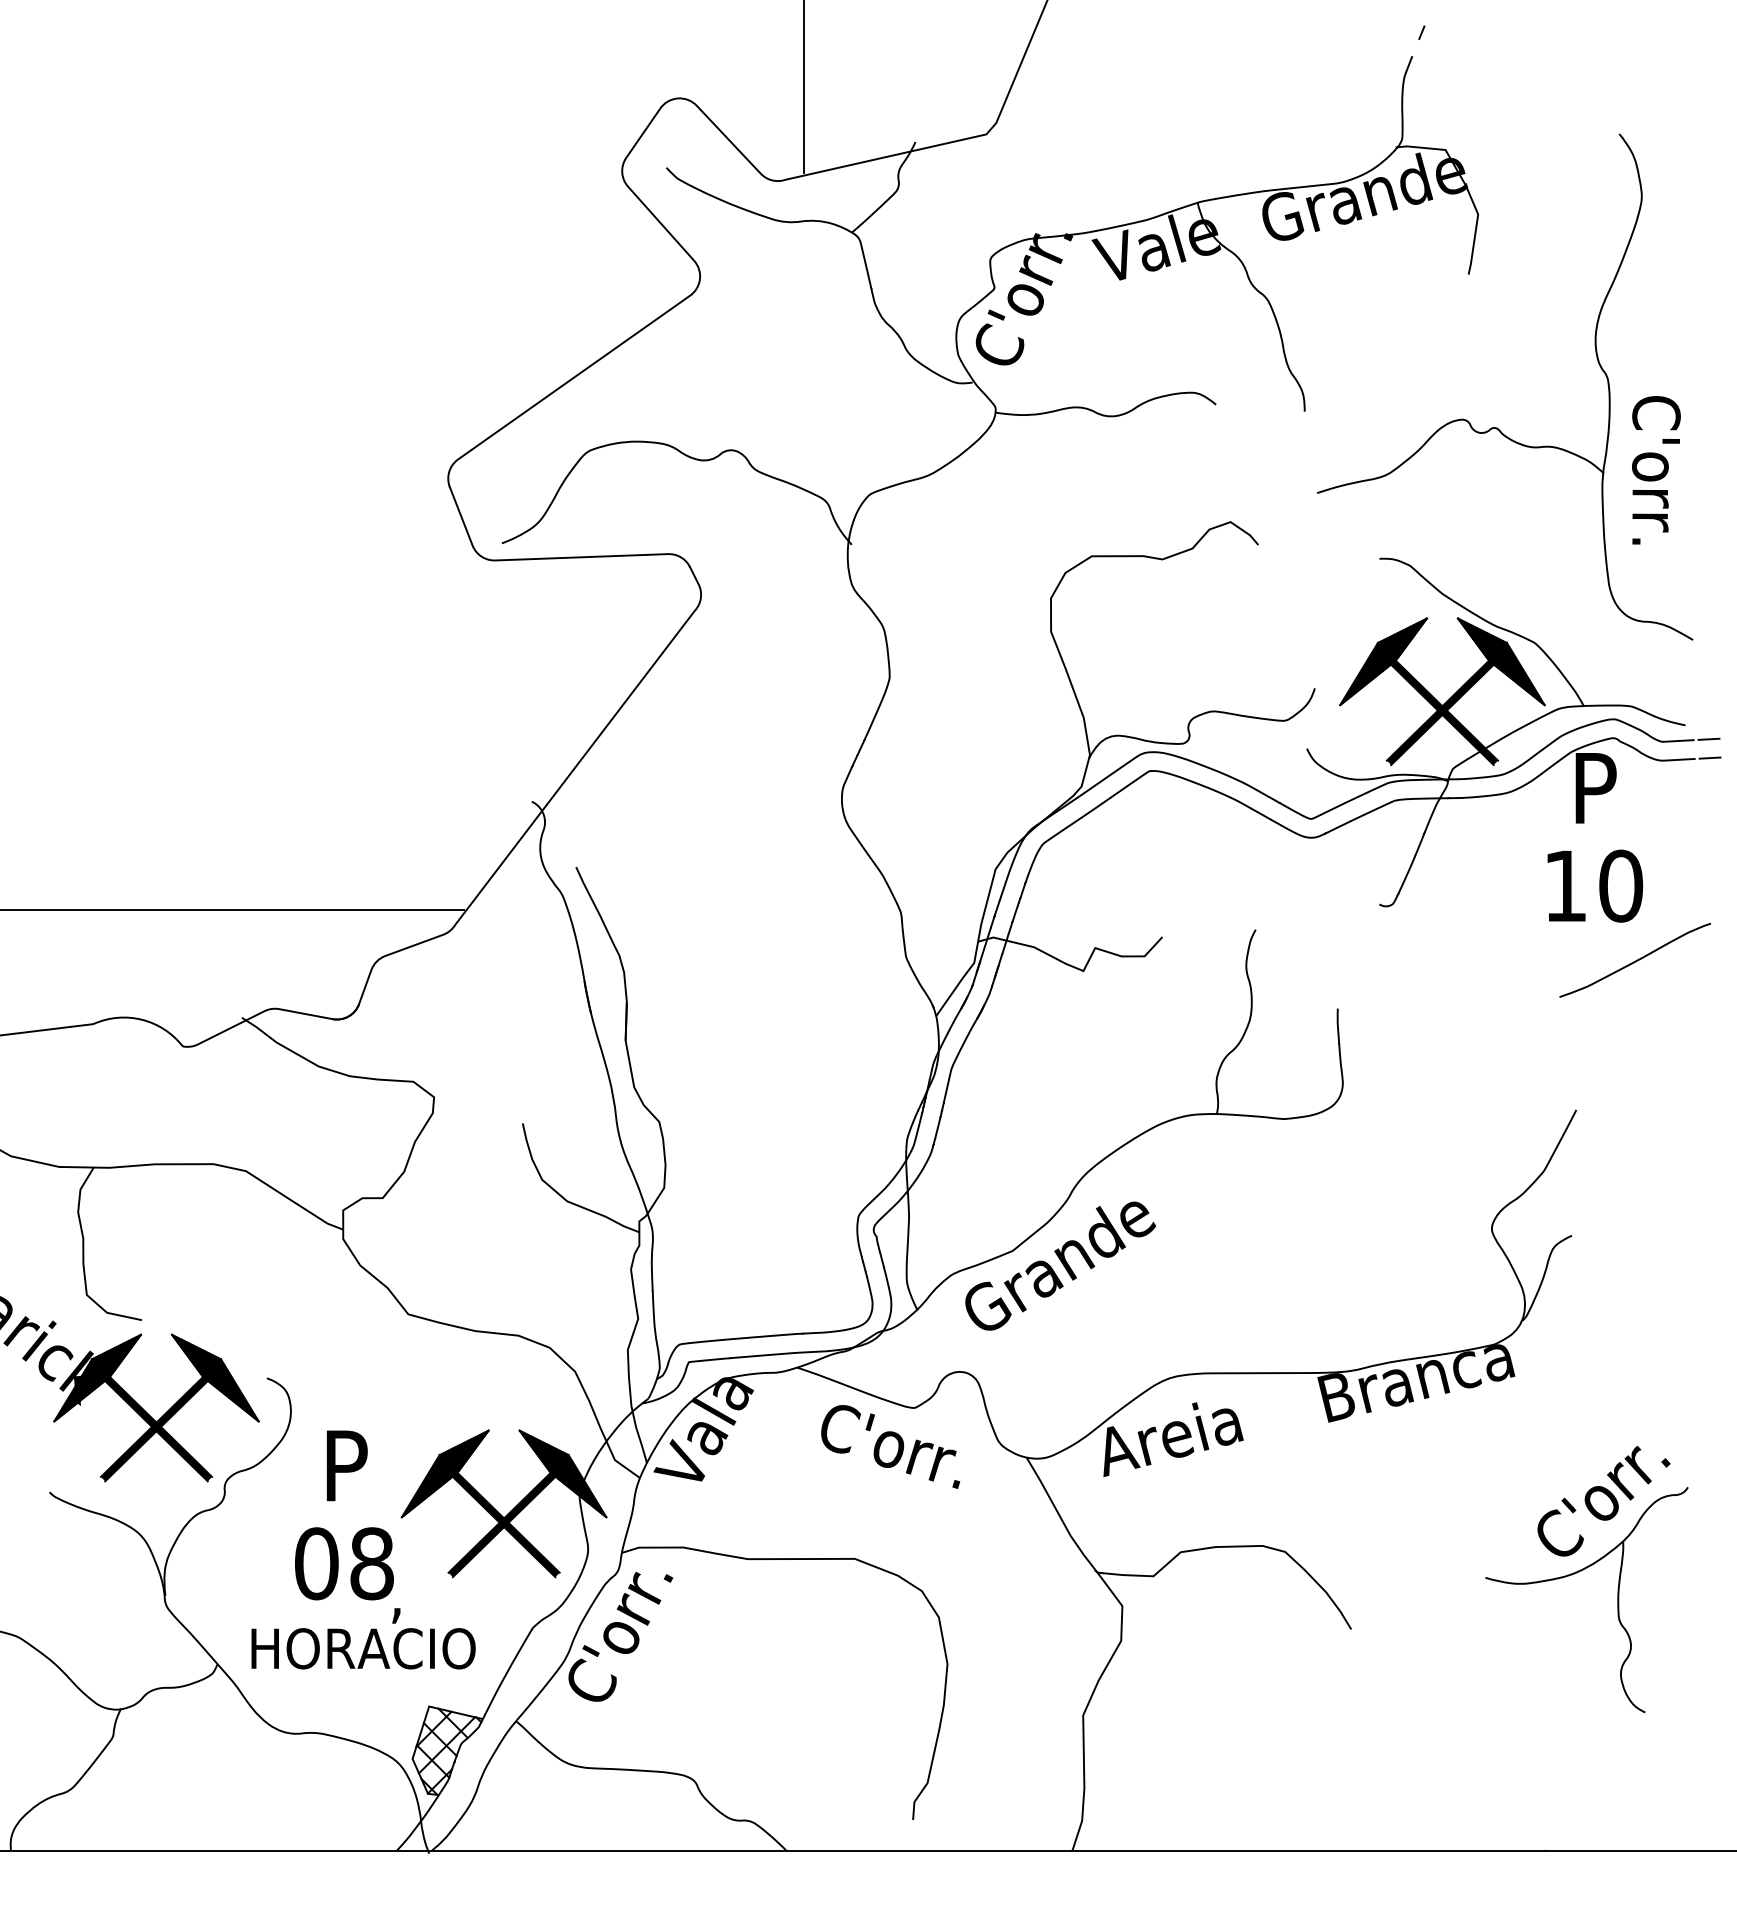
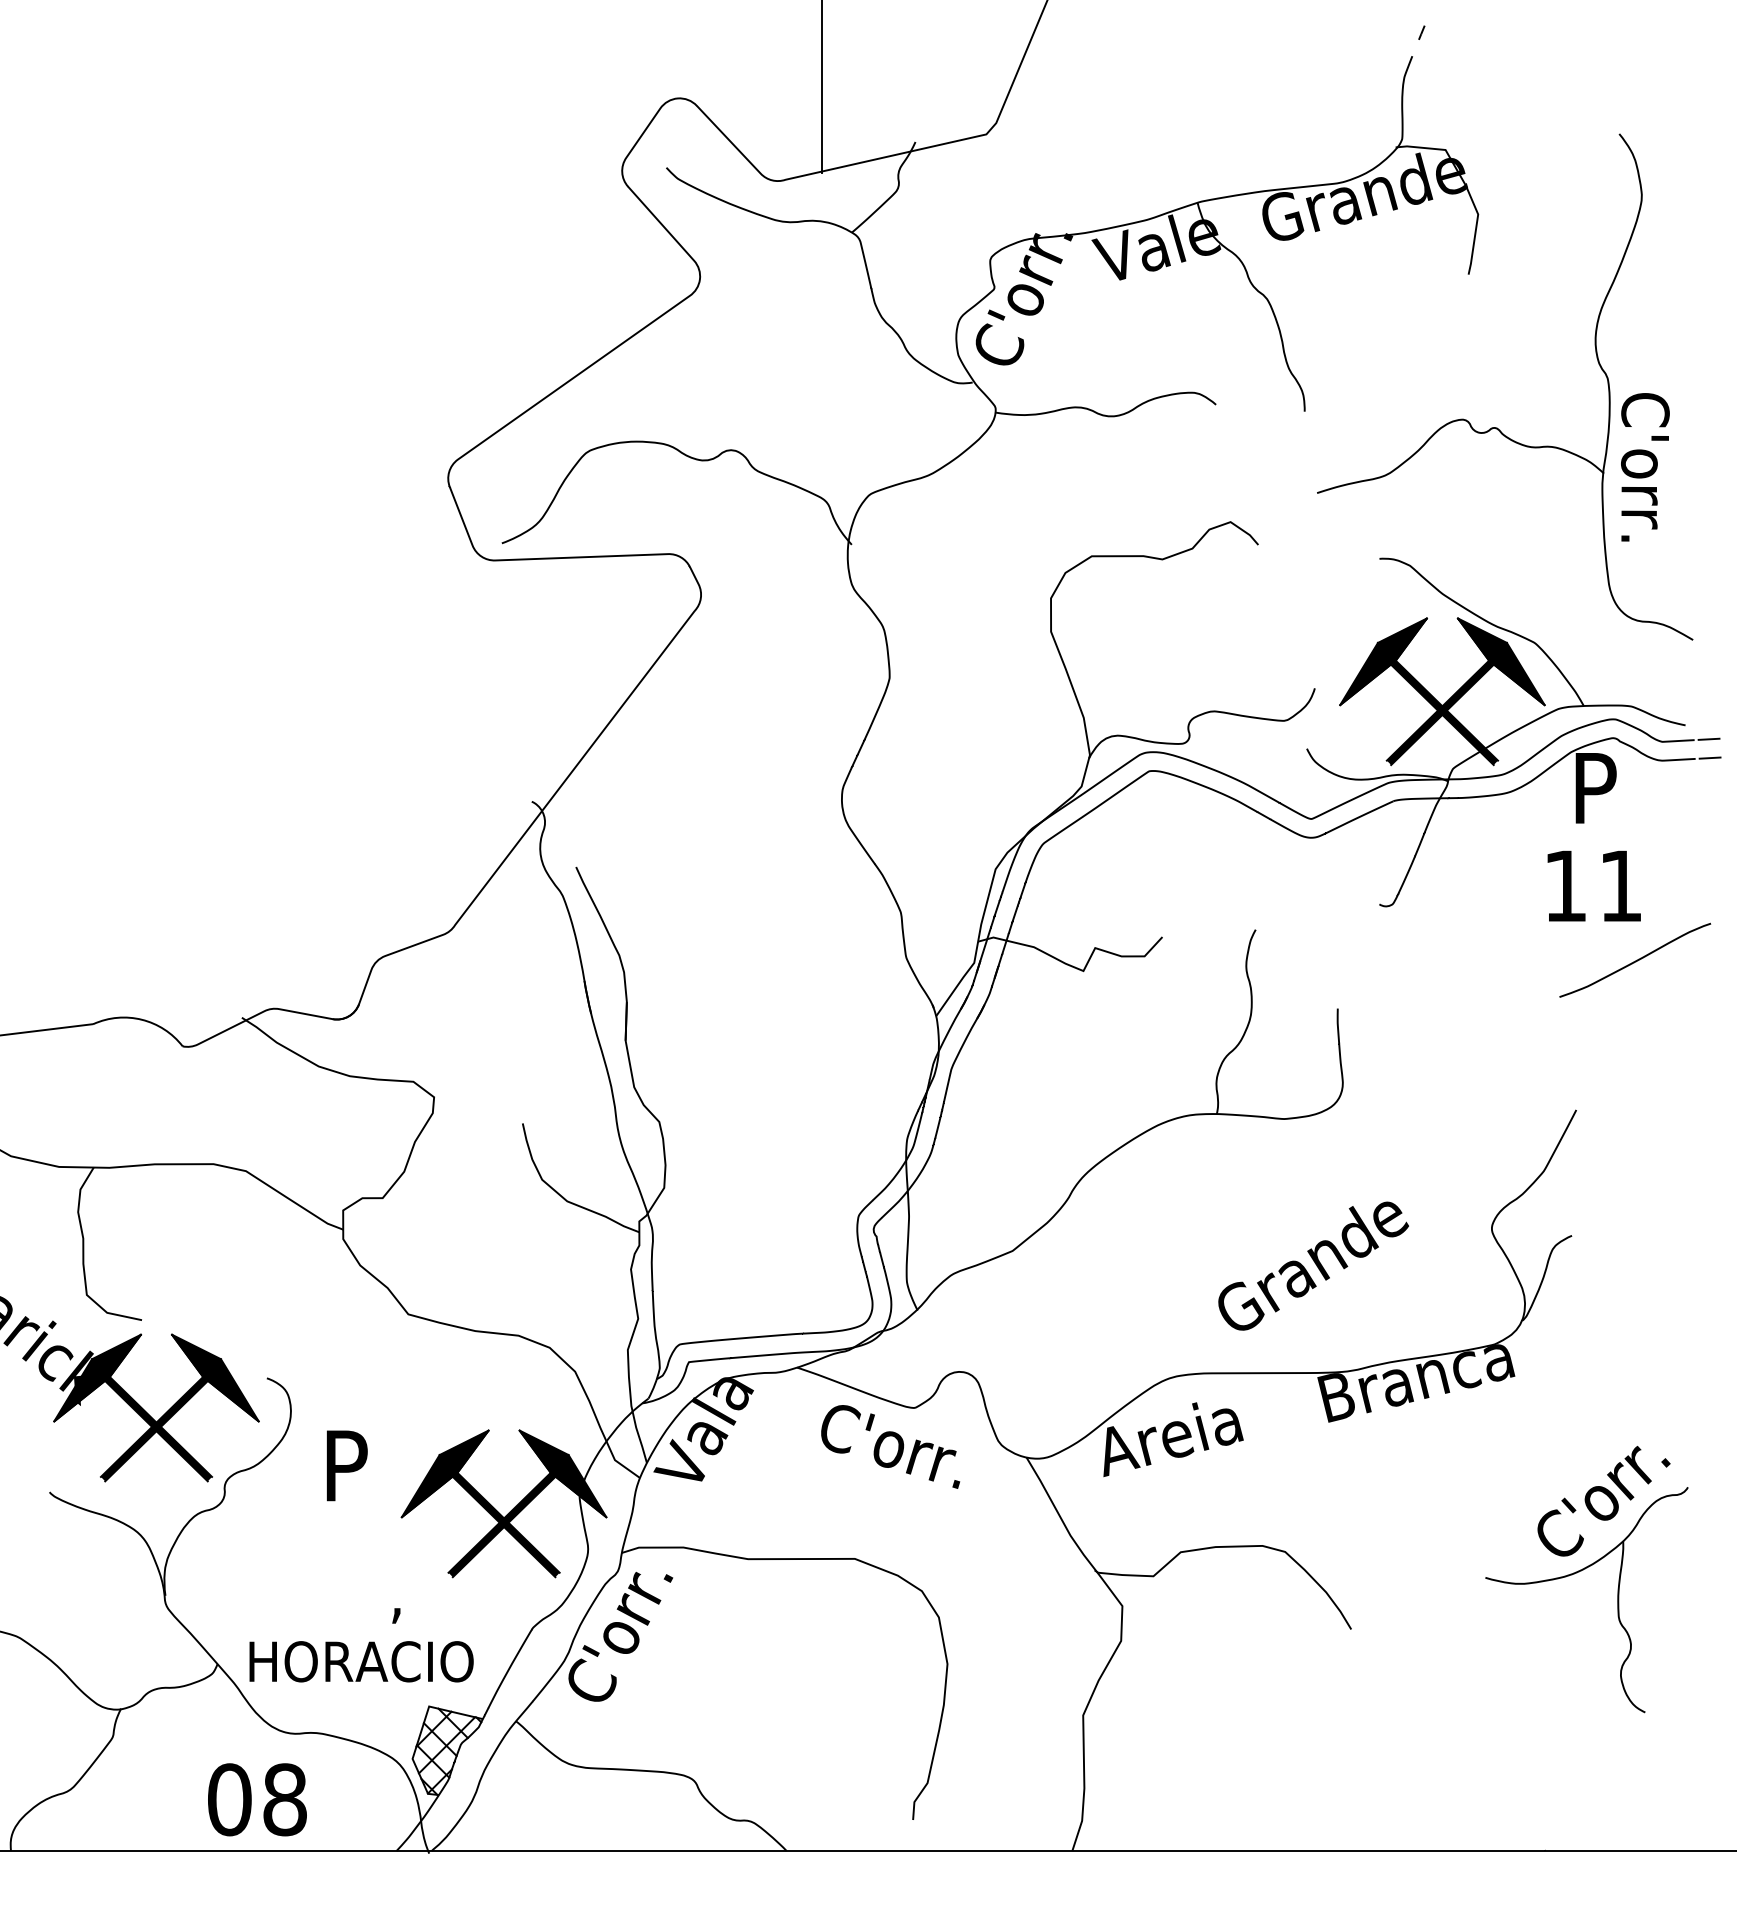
line at (804, 87) position: (804, 87) -> (822, 87)
text at (1656, 470) position: (1656, 470) -> (1645, 467)
text at (1621, 885): 10 -> 11
line at (233, 910): present -> none
text at (1060, 1265) position: (1060, 1265) -> (1313, 1265)
text at (344, 1563) position: (344, 1563) -> (257, 1799)
text at (363, 1648) position: (363, 1648) -> (361, 1661)
